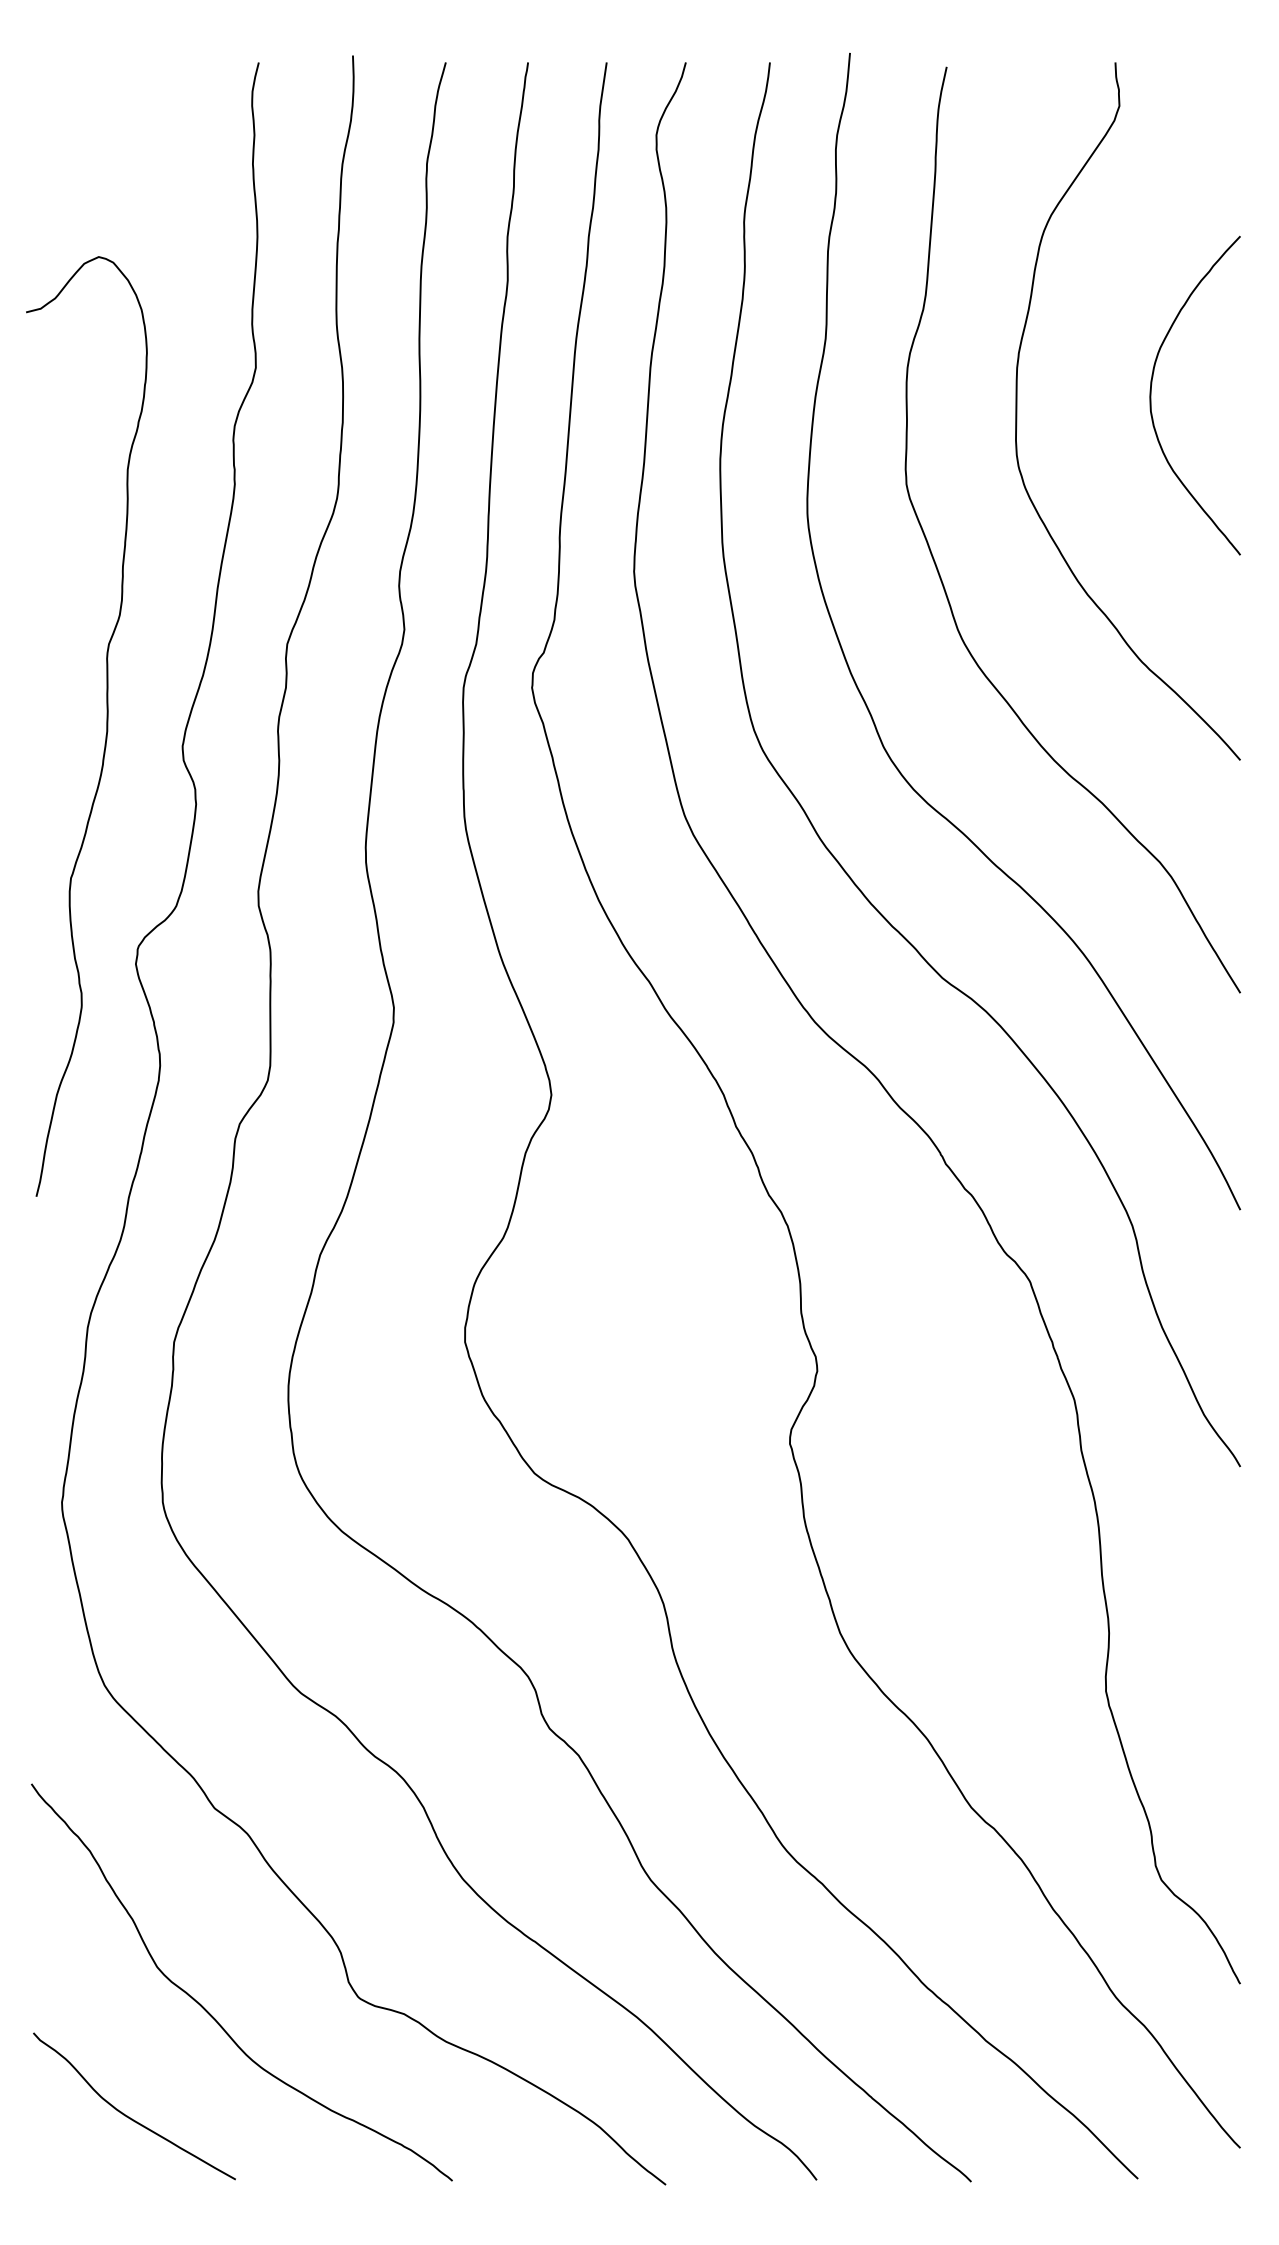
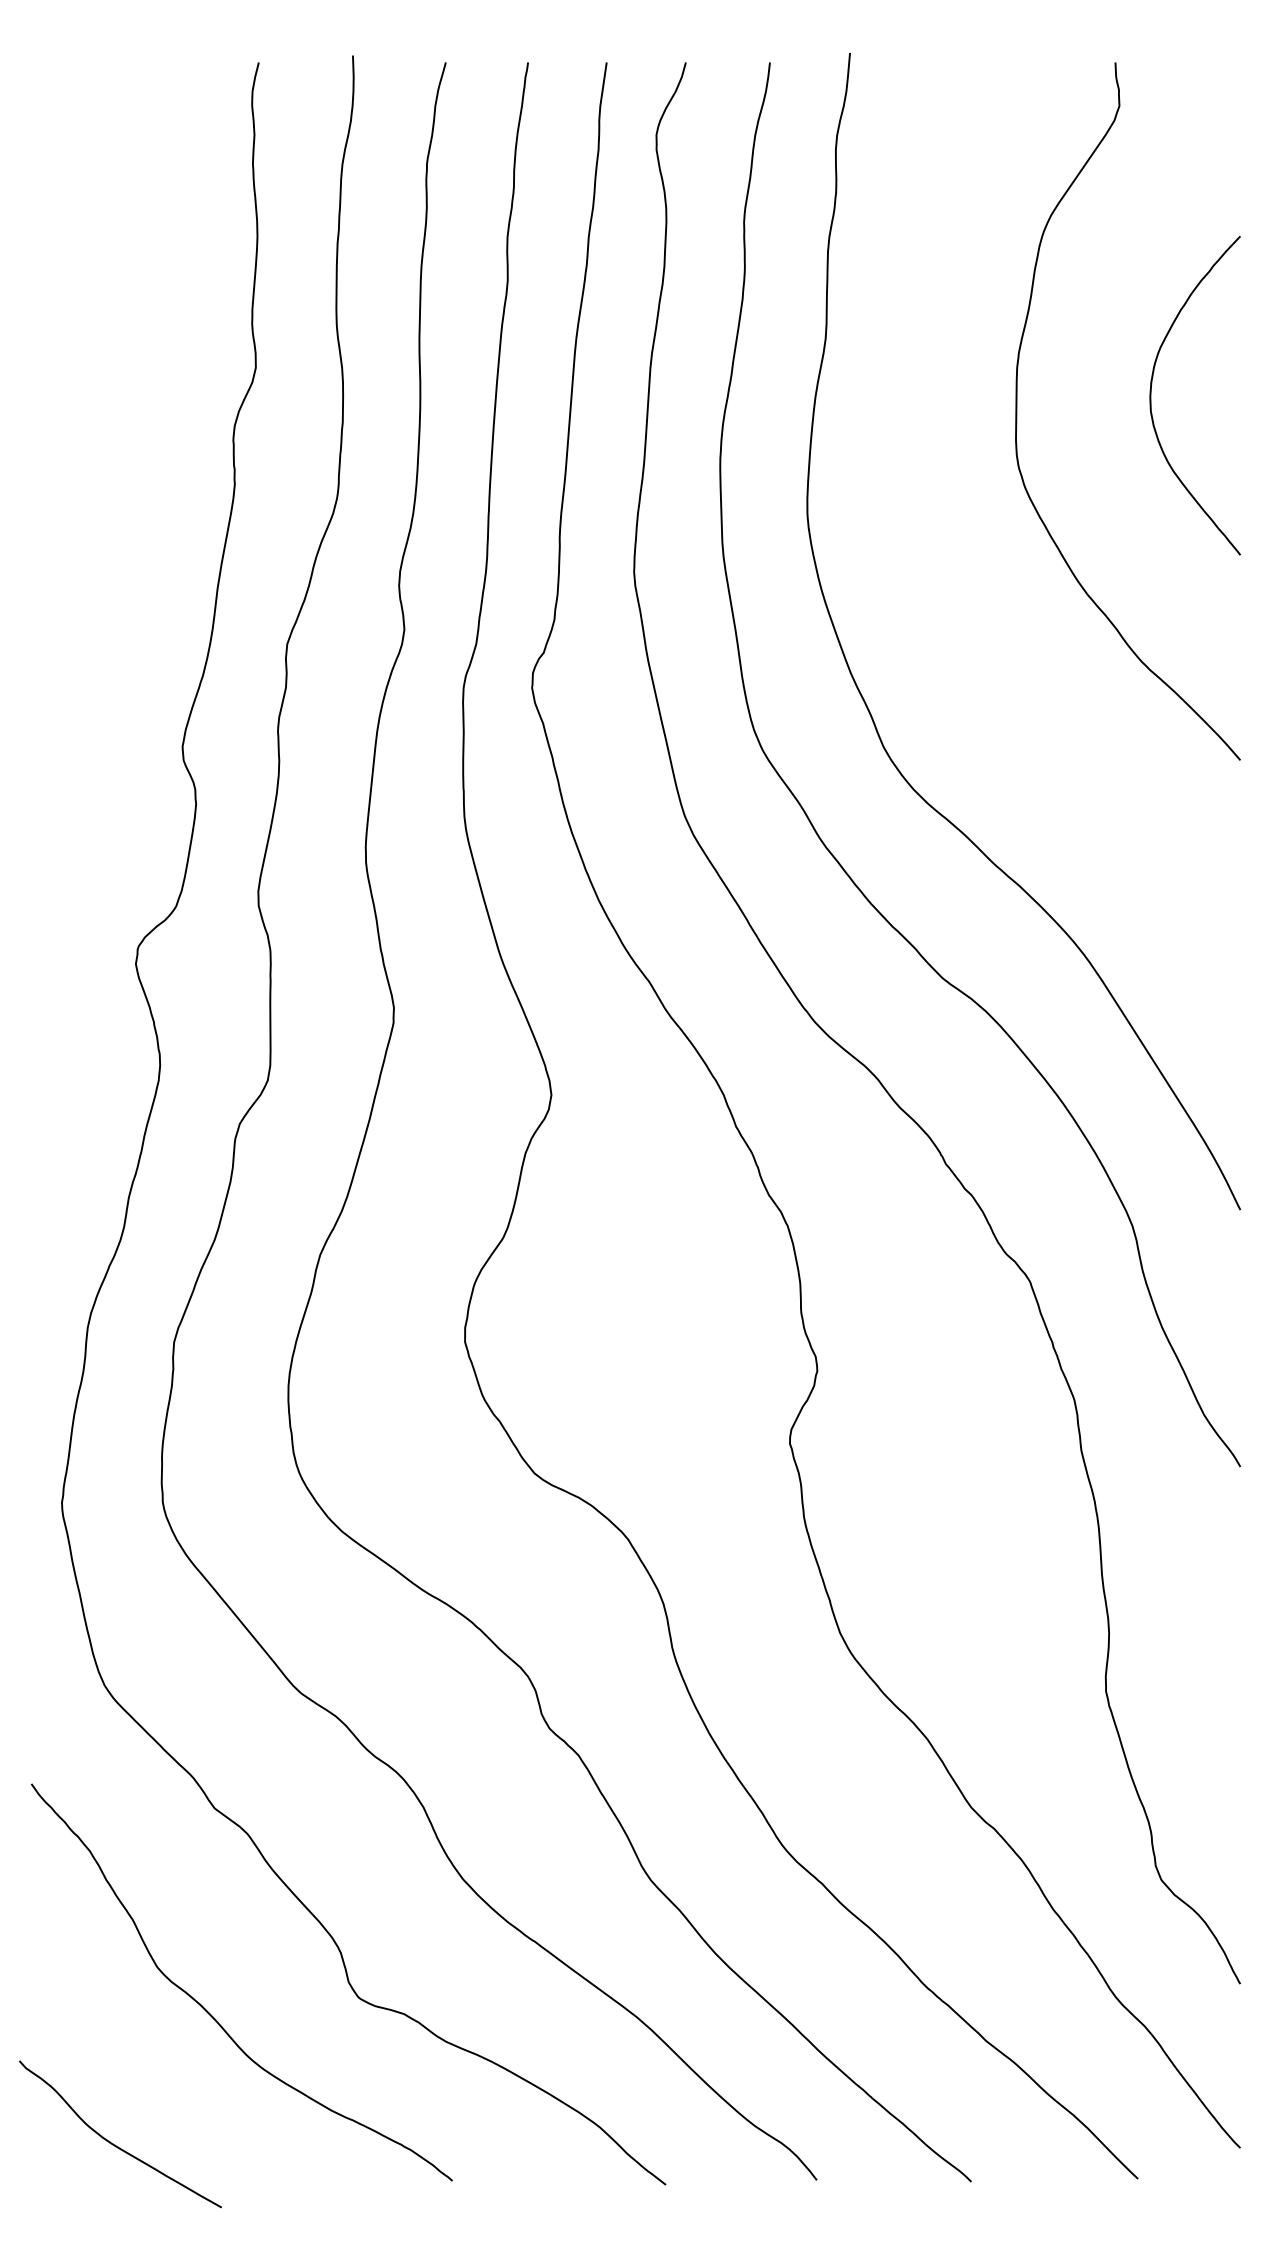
curve at (940, 574): present -> none
curve at (106, 726): present -> none
curve at (129, 2116) position: (129, 2116) -> (115, 2144)
